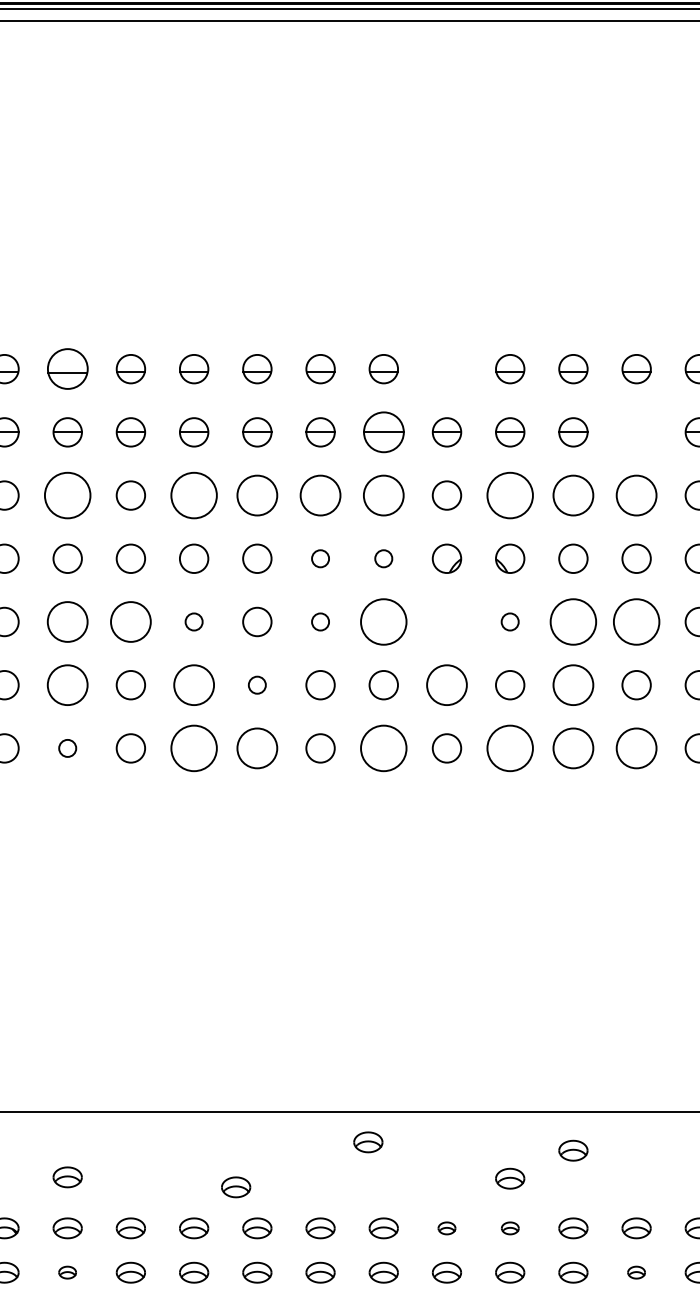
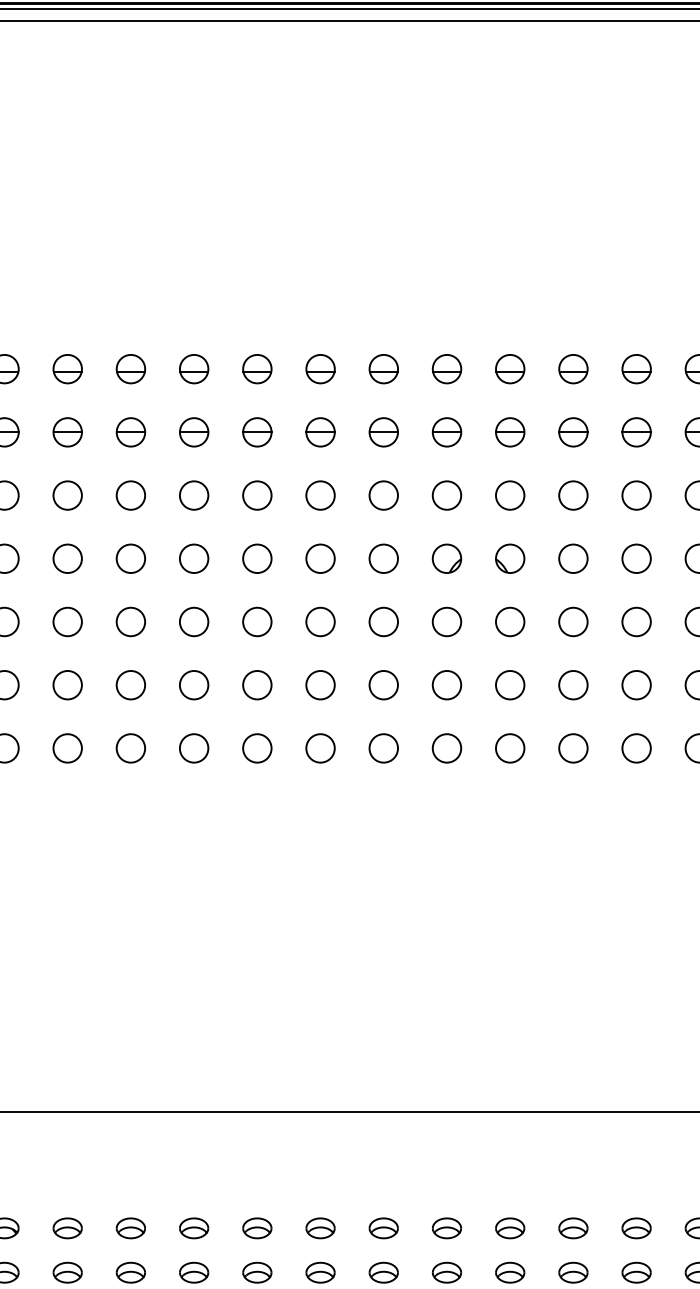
part at (67, 368) size: 42x42 px -> 31x31 px
part at (446, 369): none -> present
part at (383, 432) size: 42x43 px -> 31x31 px
part at (636, 432): none -> present
circle at (67, 495) diameter: 46 px -> 28 px
circle at (193, 495) diameter: 46 px -> 28 px
circle at (257, 495) diameter: 40 px -> 28 px
circle at (320, 495) diameter: 40 px -> 28 px
circle at (383, 495) diameter: 40 px -> 28 px
circle at (509, 495) diameter: 46 px -> 28 px
circle at (573, 495) diameter: 40 px -> 28 px
circle at (636, 495) diameter: 40 px -> 28 px
circle at (320, 558) diameter: 17 px -> 28 px
circle at (383, 558) diameter: 17 px -> 28 px
circle at (67, 621) diameter: 40 px -> 28 px
circle at (130, 621) diameter: 40 px -> 28 px
circle at (193, 621) diameter: 17 px -> 28 px
circle at (320, 621) diameter: 17 px -> 28 px
circle at (383, 621) diameter: 46 px -> 28 px
circle at (446, 621): none -> present
circle at (509, 621) diameter: 17 px -> 28 px
circle at (573, 621) diameter: 46 px -> 28 px
circle at (636, 621) diameter: 46 px -> 28 px
circle at (256, 684) diameter: 17 px -> 28 px
circle at (67, 685) diameter: 40 px -> 28 px
circle at (194, 685) diameter: 40 px -> 28 px
circle at (446, 685) diameter: 40 px -> 28 px
circle at (573, 685) diameter: 40 px -> 28 px
circle at (67, 747) diameter: 17 px -> 28 px
circle at (193, 748) diameter: 46 px -> 28 px
circle at (257, 748) diameter: 40 px -> 28 px
circle at (383, 748) diameter: 46 px -> 28 px
circle at (509, 748) diameter: 46 px -> 28 px
circle at (573, 748) diameter: 40 px -> 28 px
circle at (636, 748) diameter: 40 px -> 28 px
part at (368, 1142): present -> none
part at (573, 1150): present -> none
part at (67, 1177): present -> none
part at (510, 1178): present -> none
part at (236, 1187): present -> none
part at (446, 1228) size: 20x15 px -> 32x23 px
part at (510, 1228) size: 19x15 px -> 31x23 px
part at (67, 1272) size: 19x15 px -> 31x23 px
part at (636, 1272) size: 19x15 px -> 31x23 px
